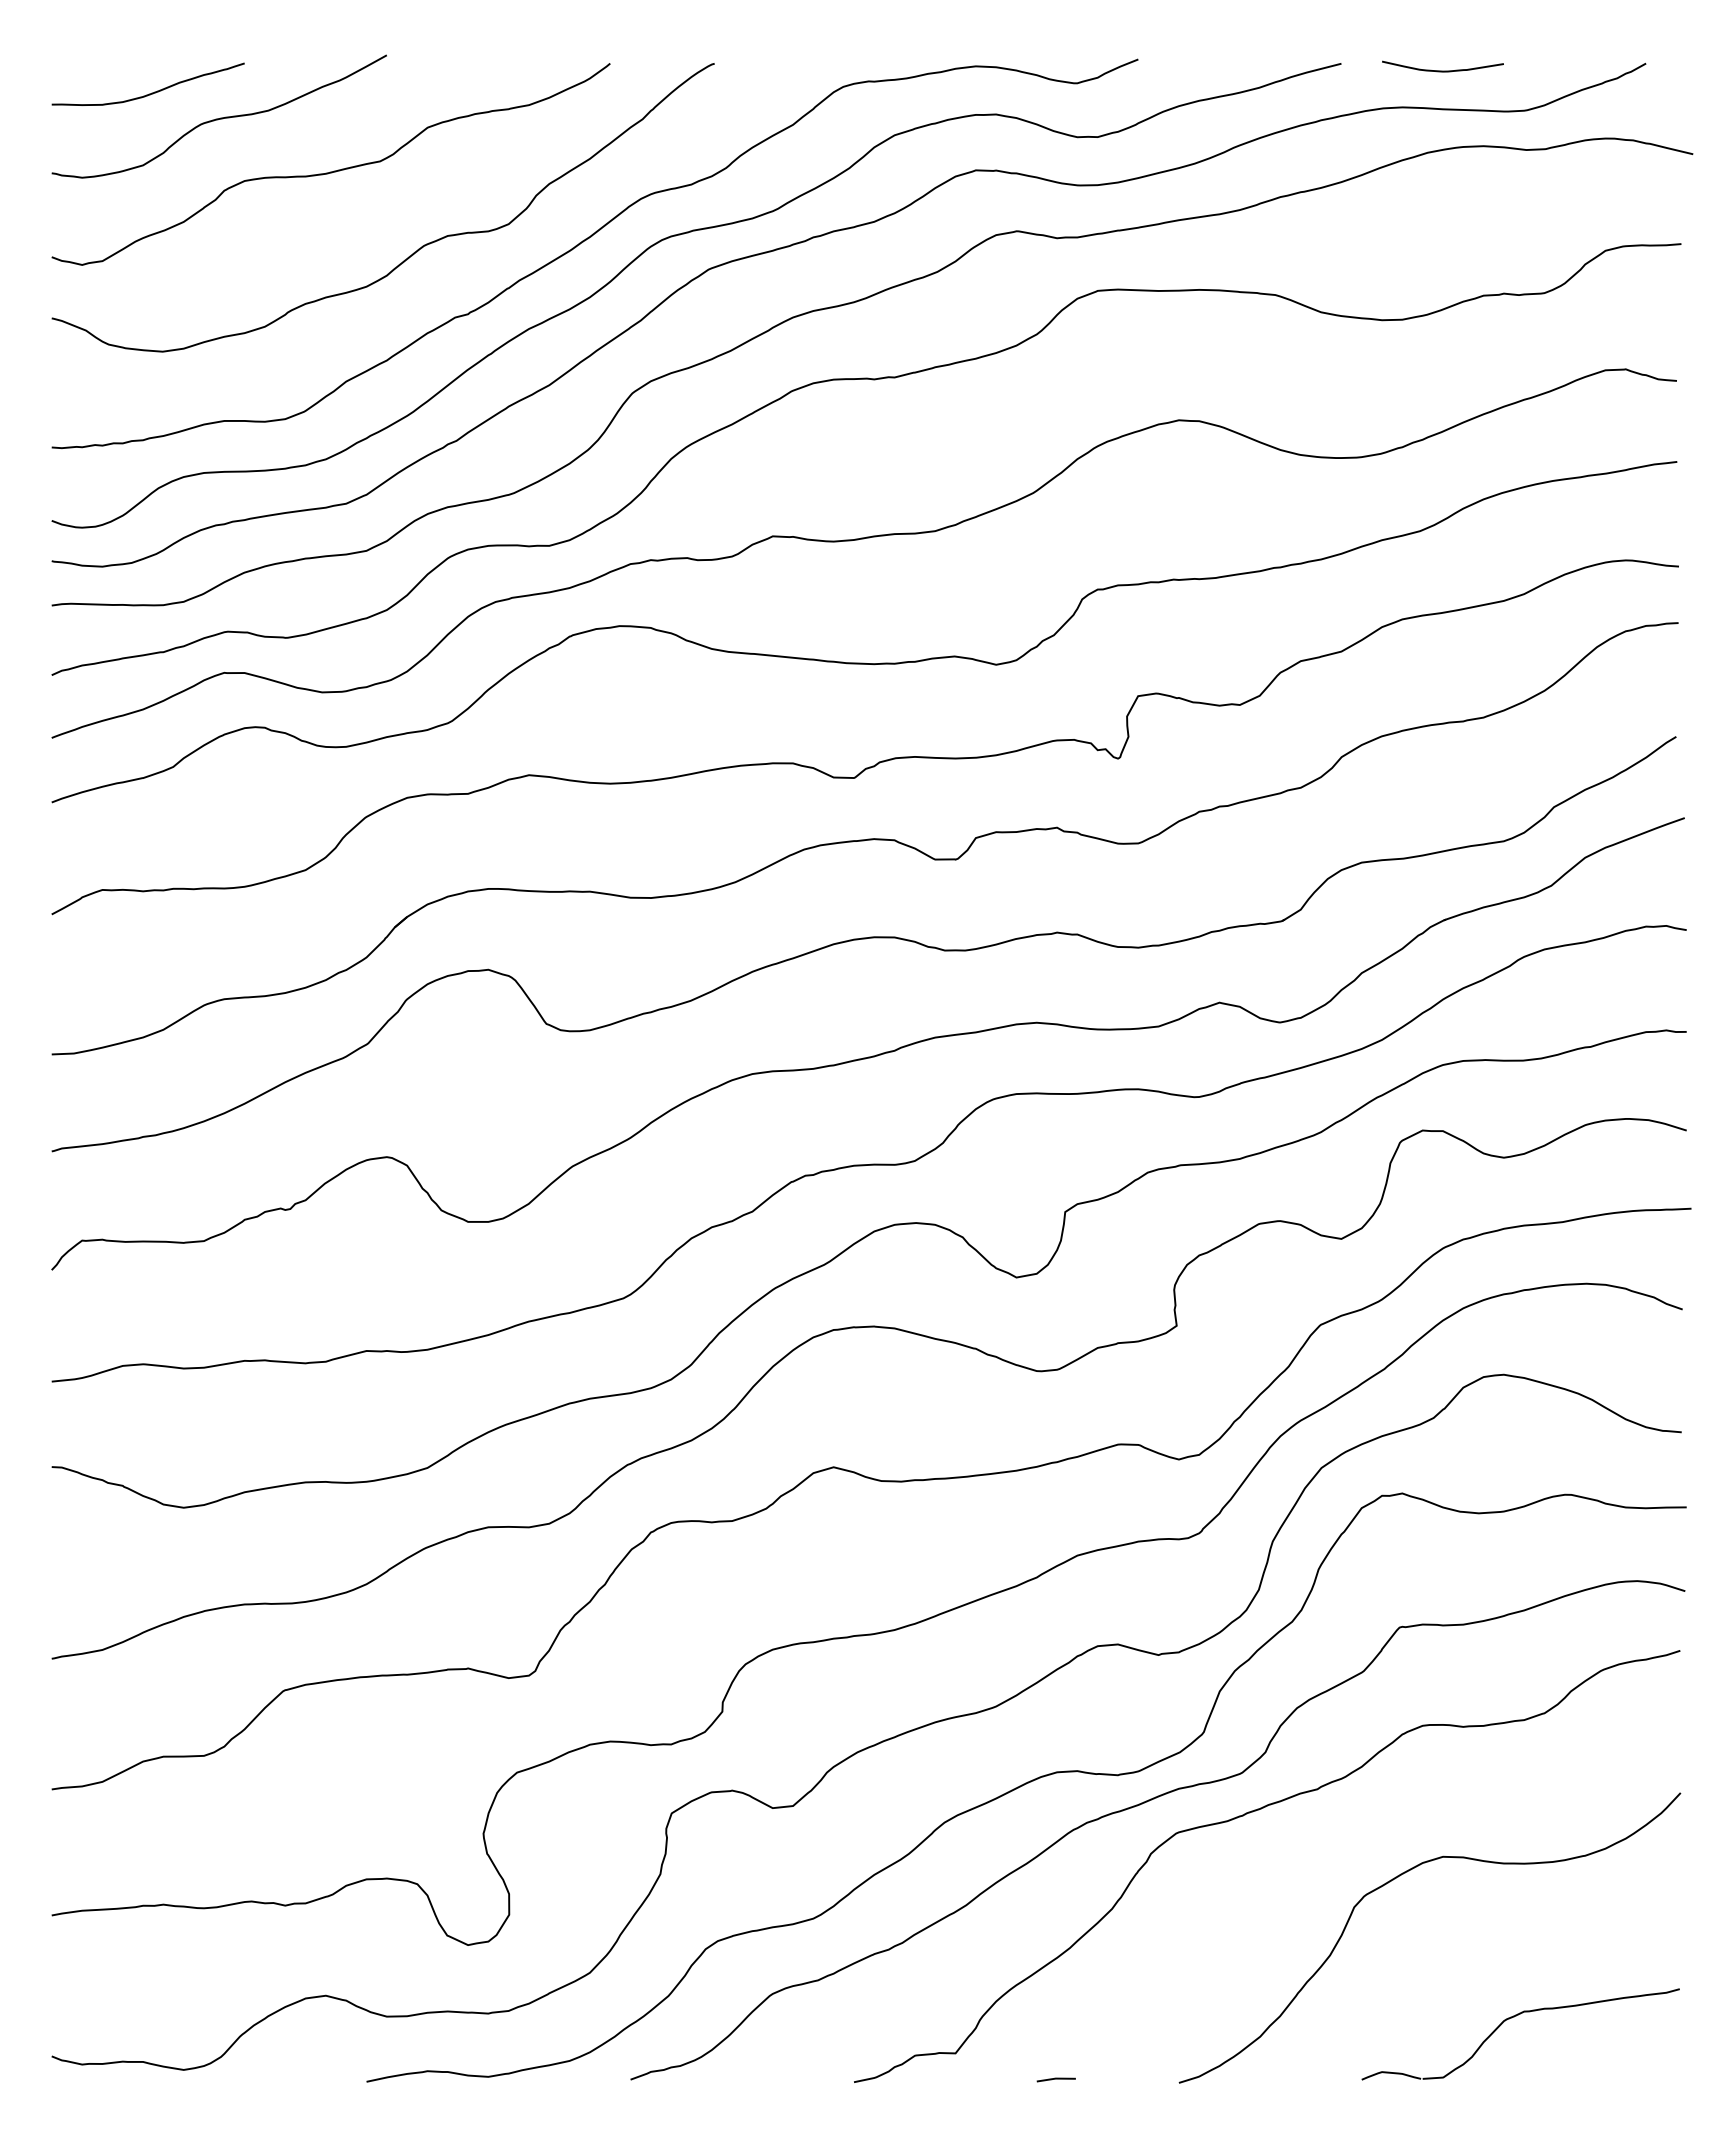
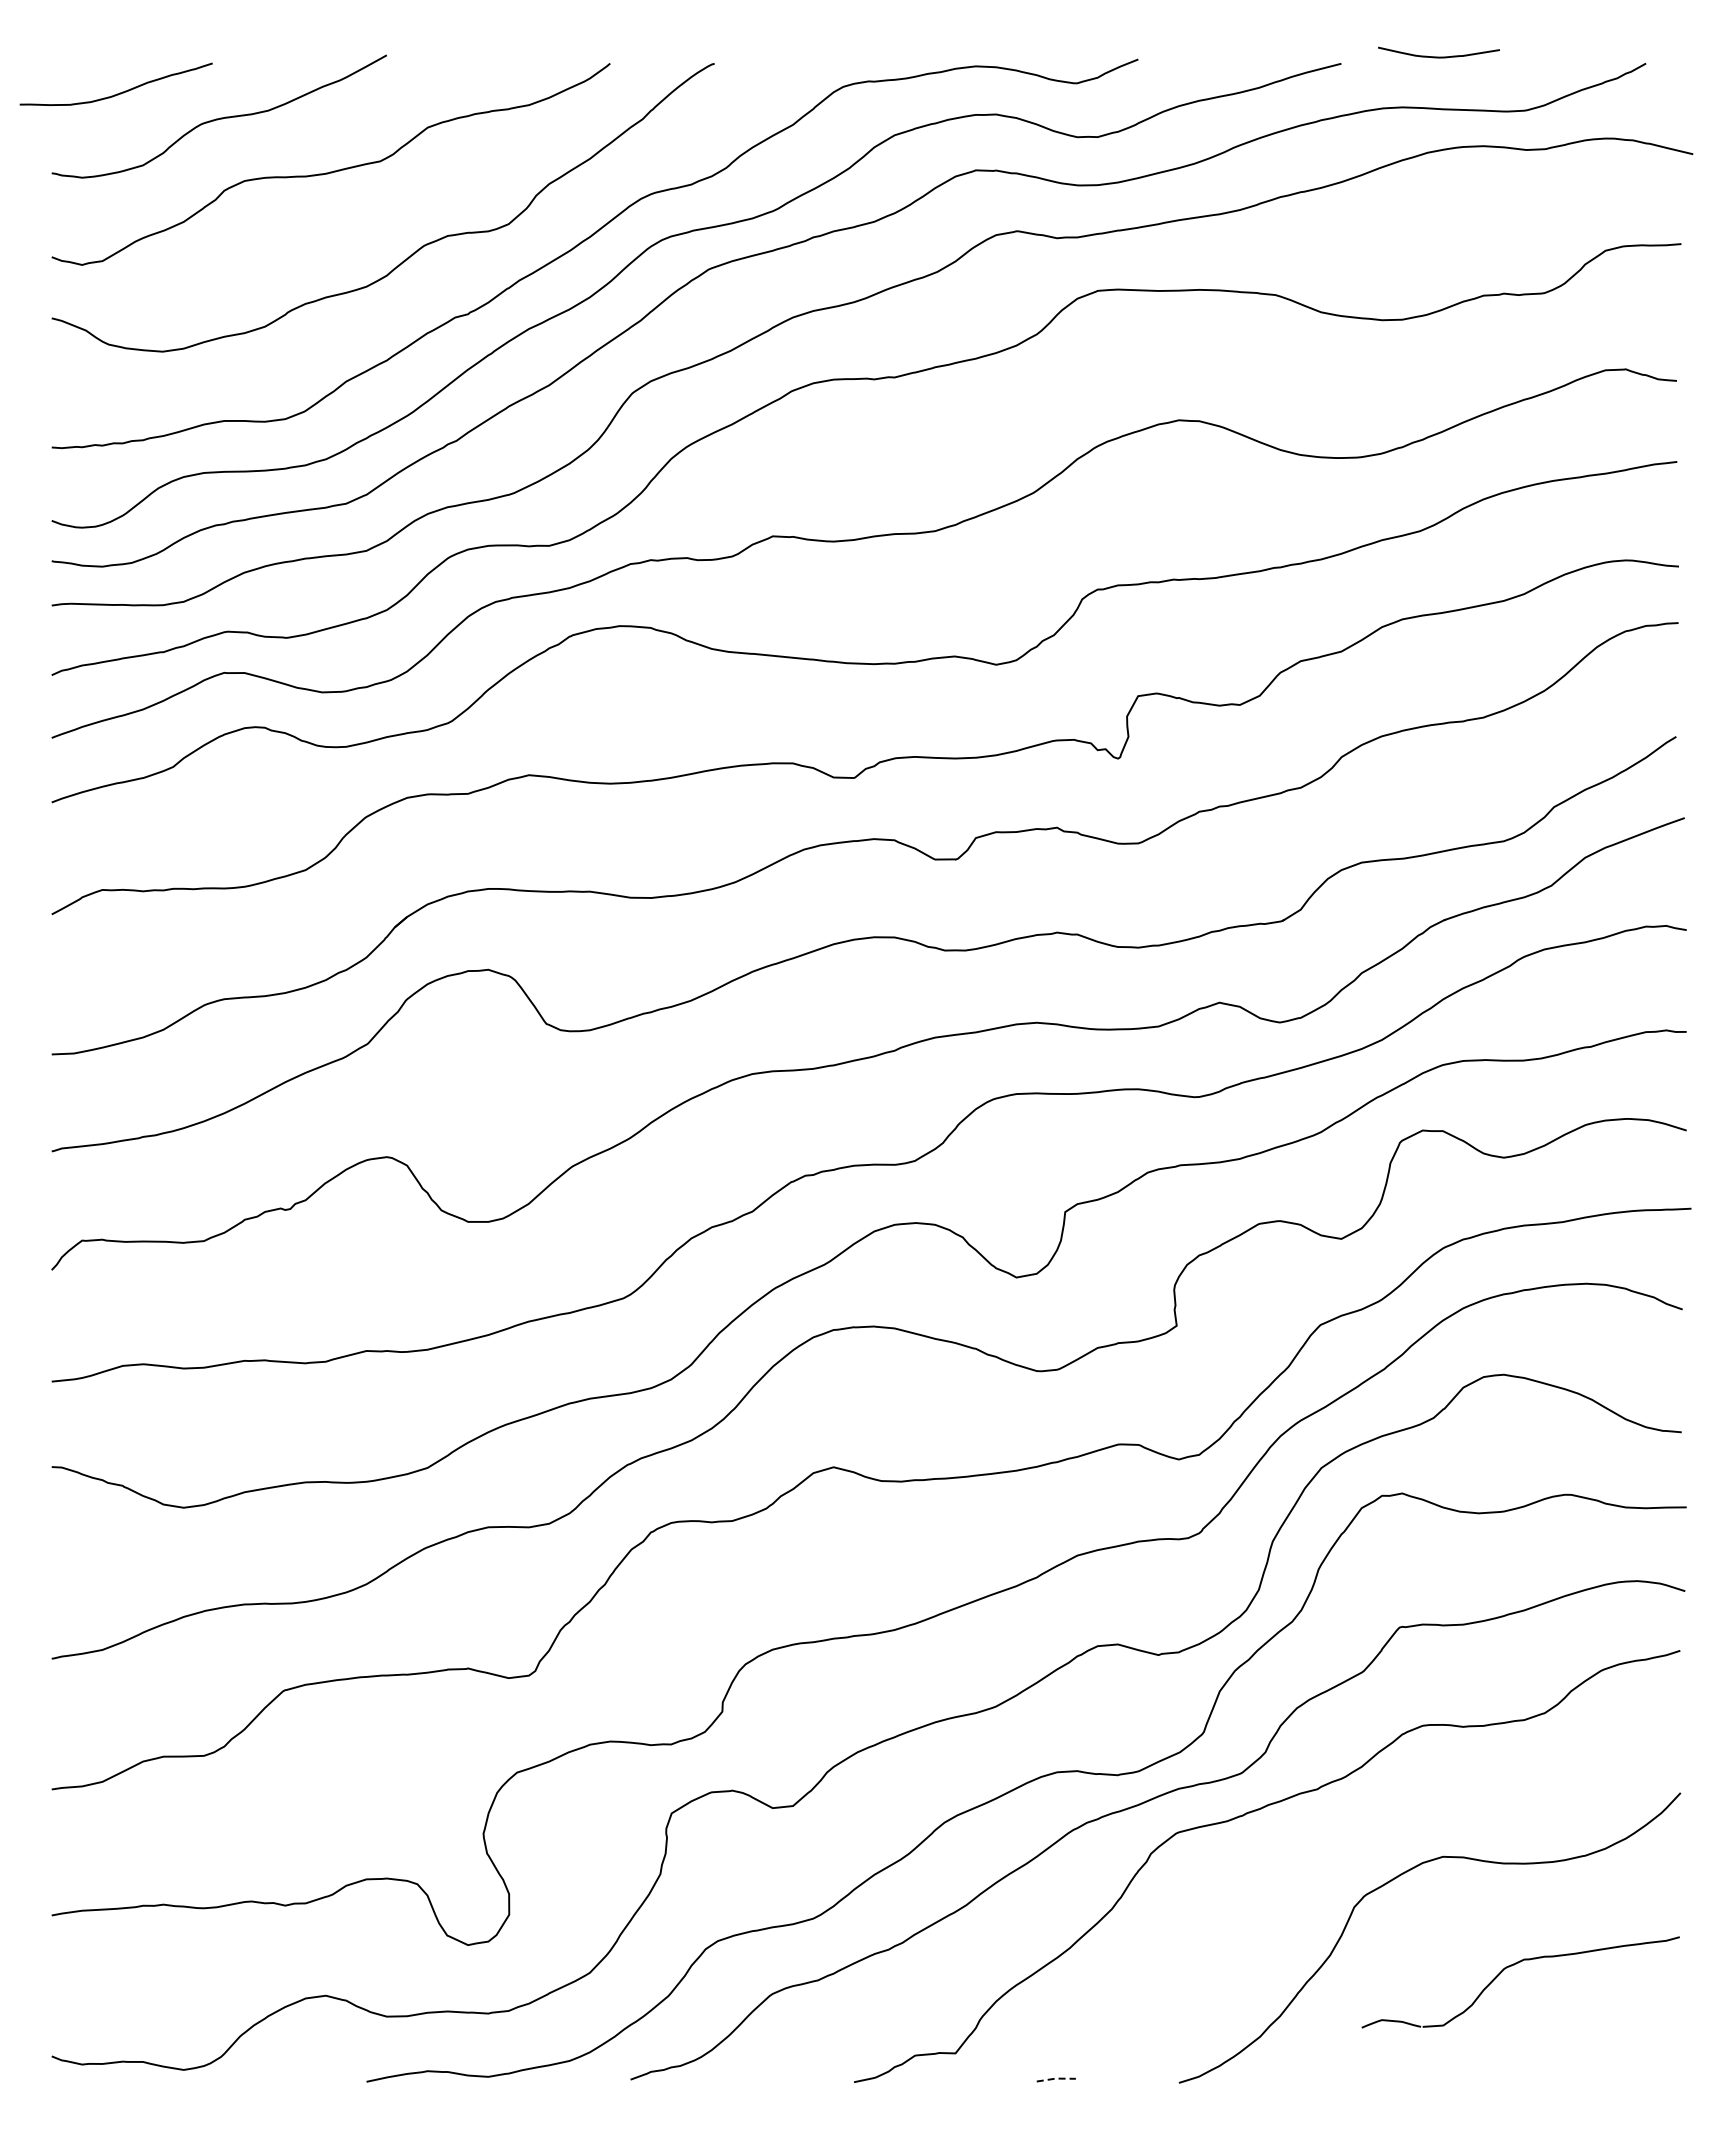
curve at (1442, 70) position: (1442, 70) -> (1438, 56)
curve at (151, 92) position: (151, 92) -> (119, 92)
part at (1514, 2017) position: (1514, 2017) -> (1514, 1965)
line at (1055, 2078): solid -> dashed
